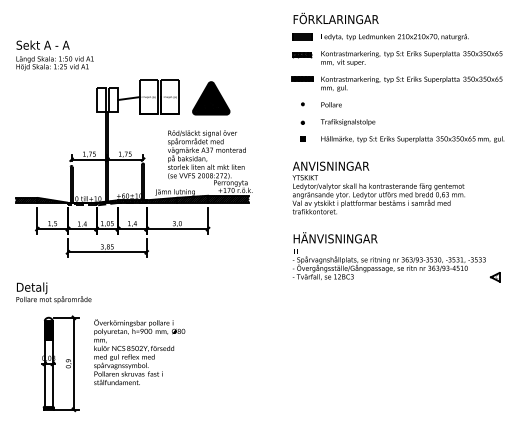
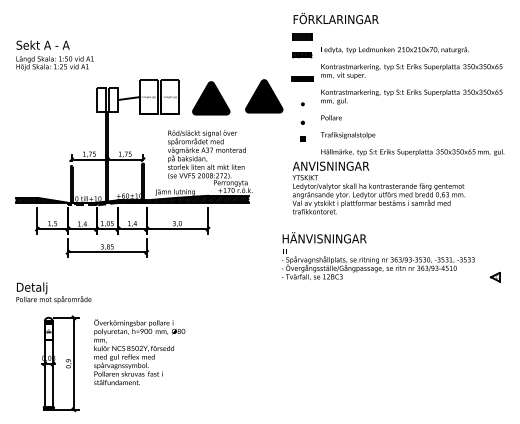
text at (412, 88) position: (412, 88) -> (412, 101)
part at (264, 96): none -> present
text at (388, 255) position: (388, 255) -> (377, 255)
fill at (48, 331): present -> none
